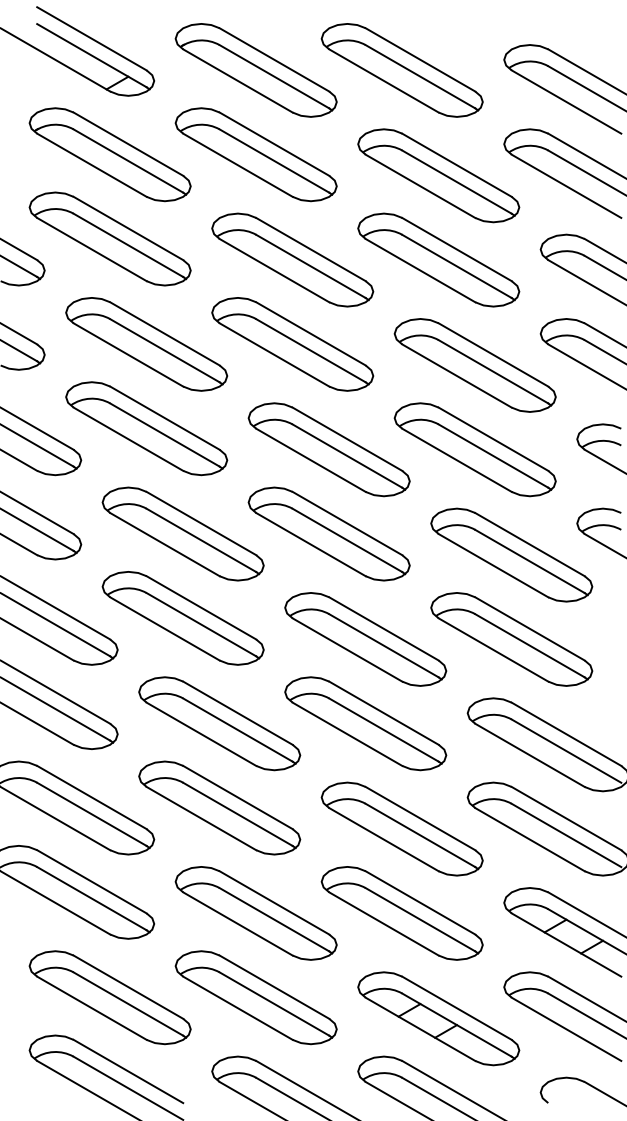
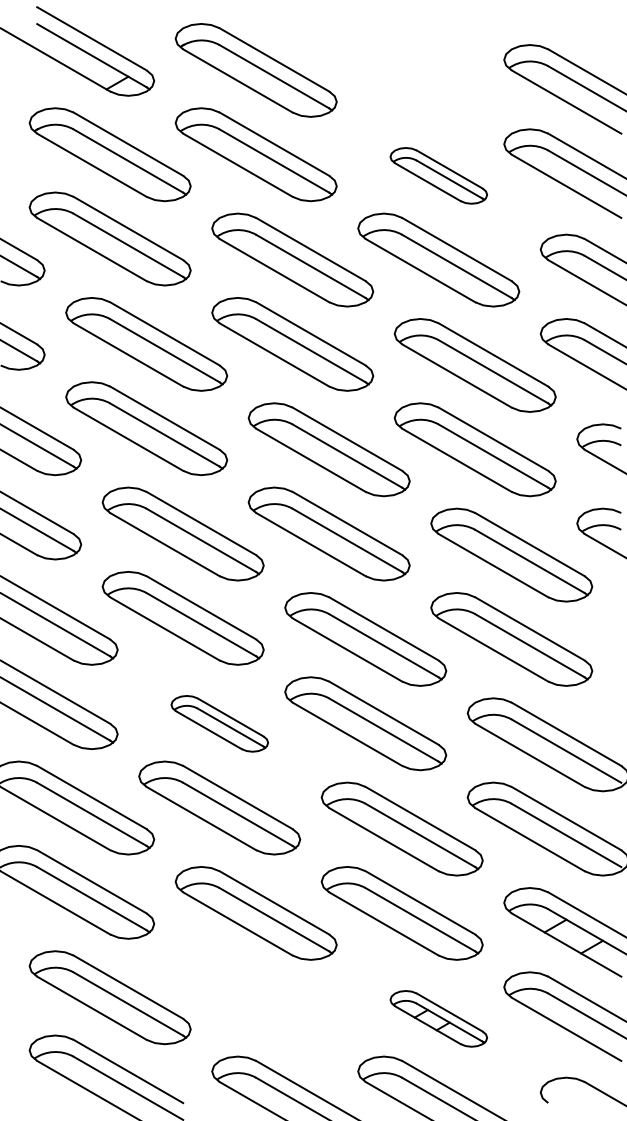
part at (401, 70): present -> none
part at (438, 175) size: 164x96 px -> 99x58 px
part at (219, 723) size: 164x96 px -> 99x58 px
part at (255, 997): present -> none
part at (438, 1018) size: 164x96 px -> 99x58 px
